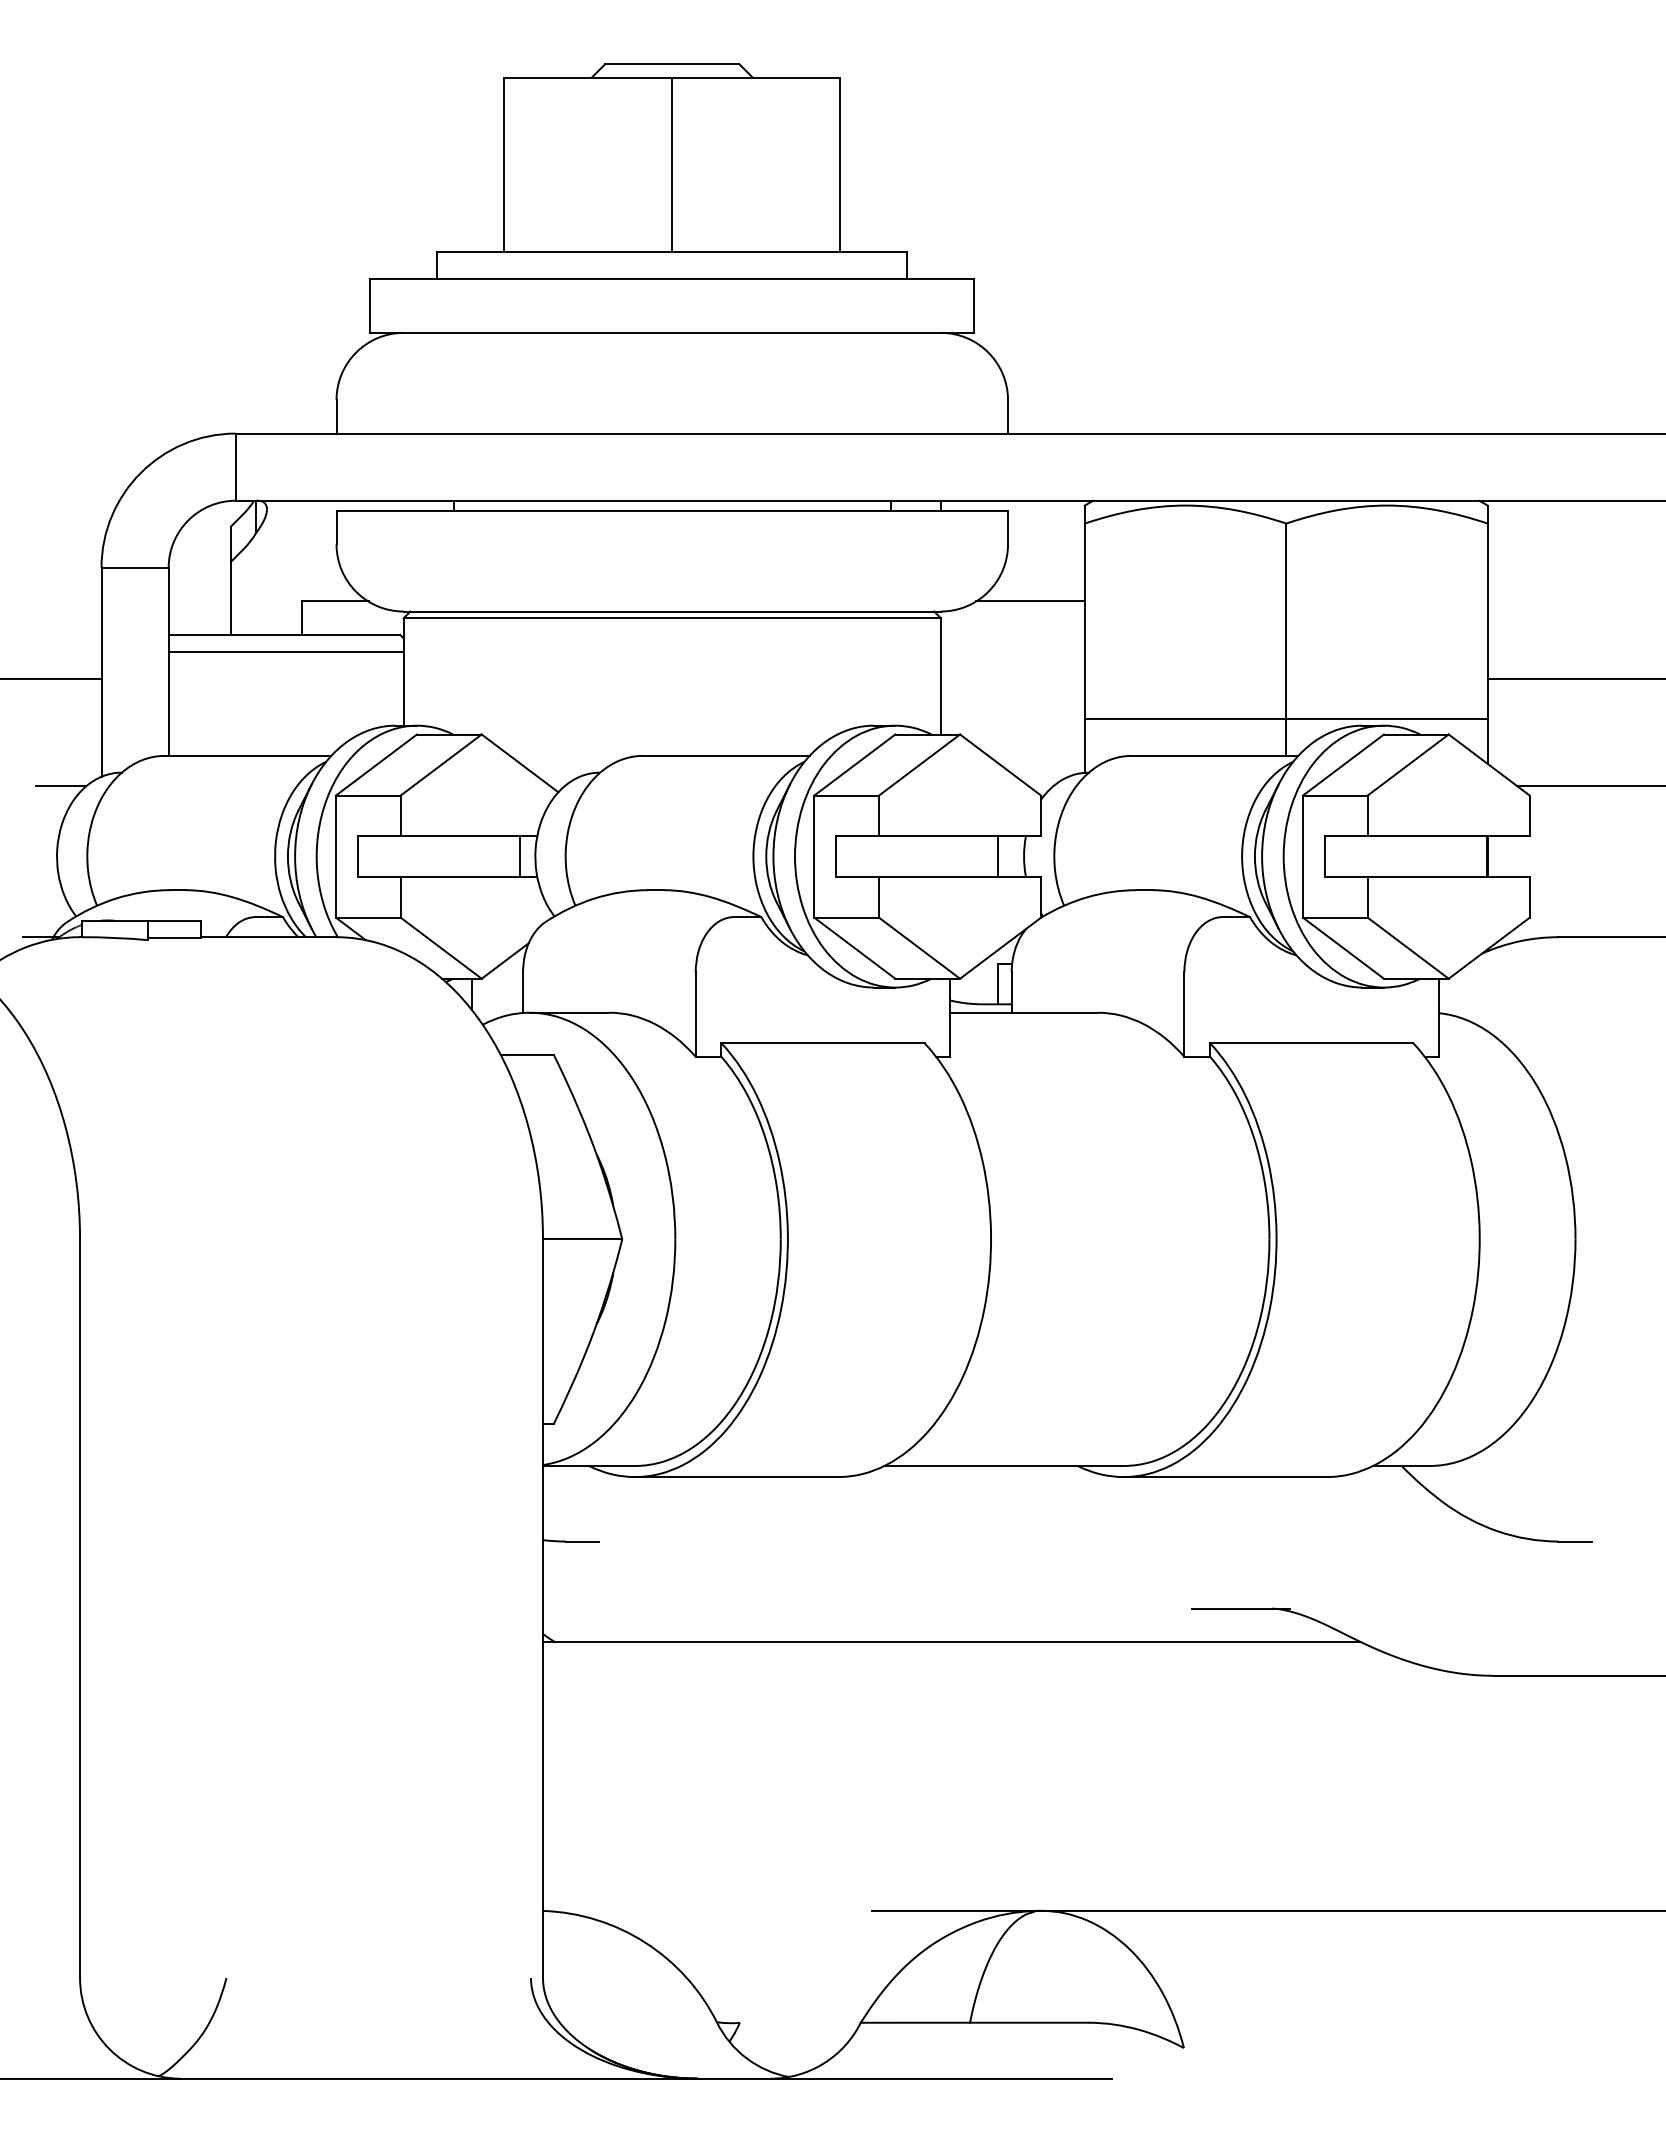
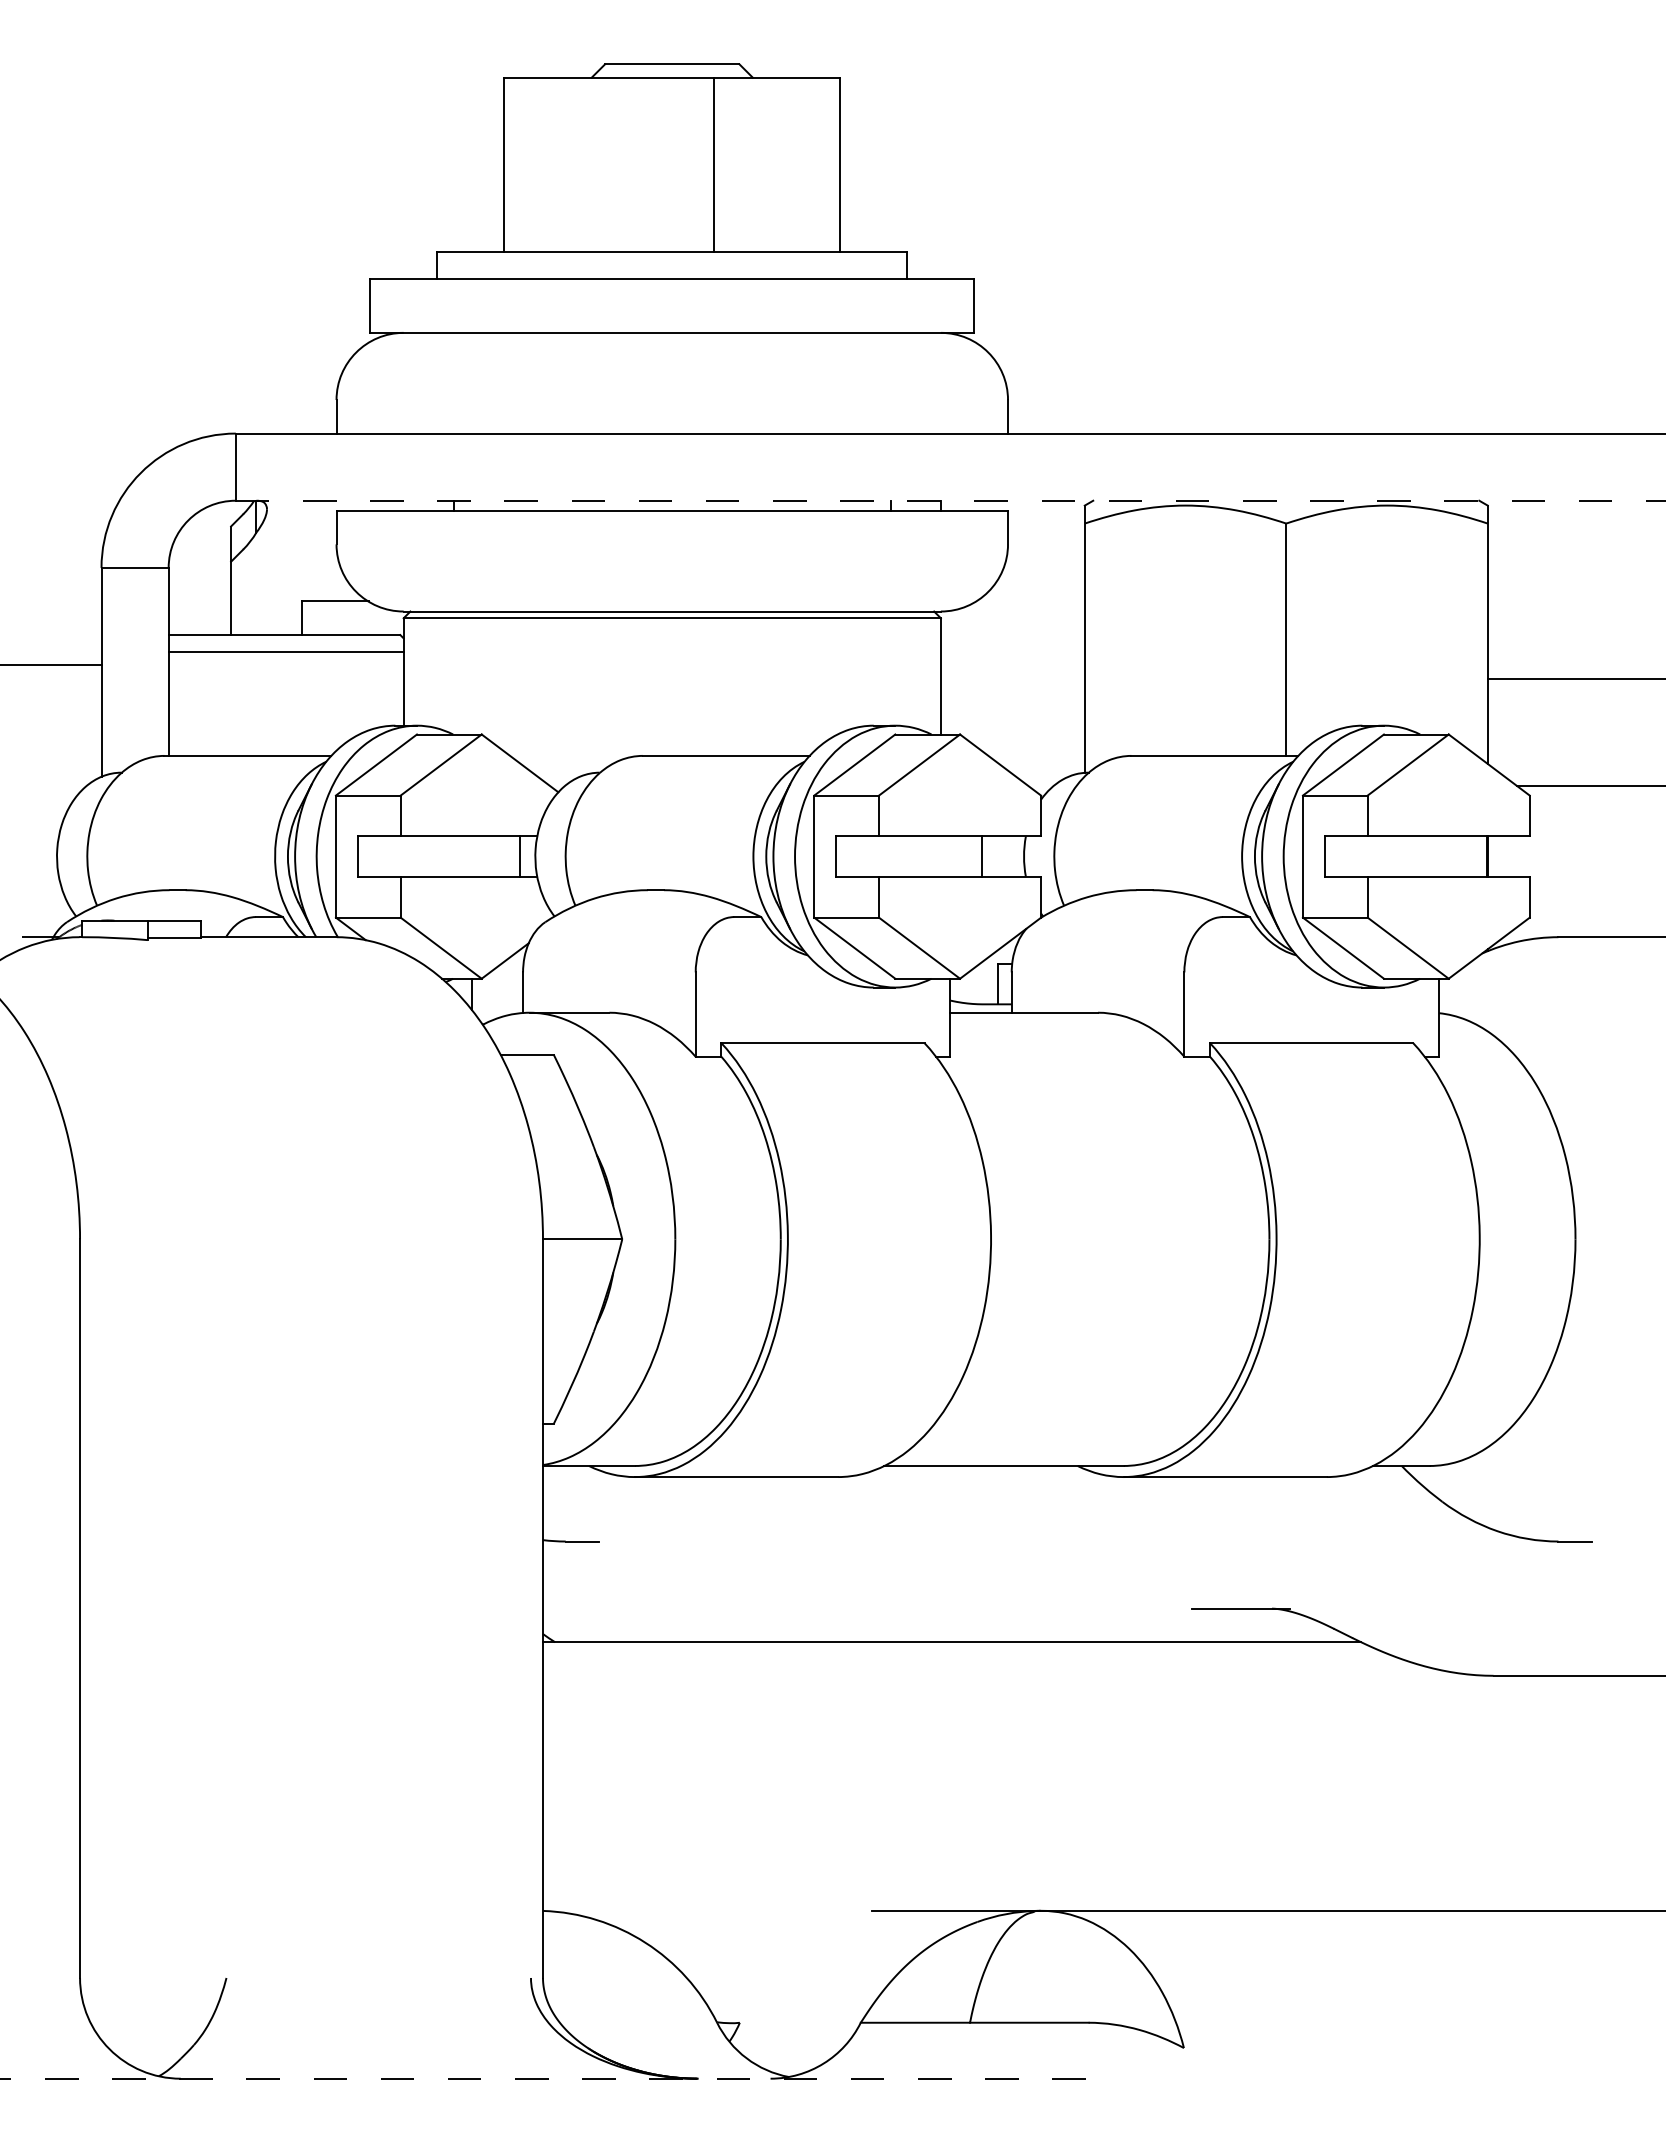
line at (672, 164) position: (672, 164) -> (714, 164)
line at (950, 500): solid -> dashed
line at (1029, 601): present -> none
line at (51, 678) position: (51, 678) -> (51, 664)
line at (1285, 718): present -> none
line at (60, 786): present -> none
line at (997, 856) position: (997, 856) -> (981, 856)
line at (556, 2078): solid -> dashed
